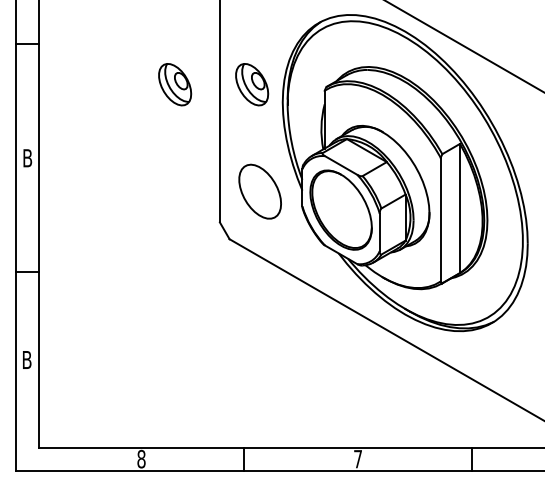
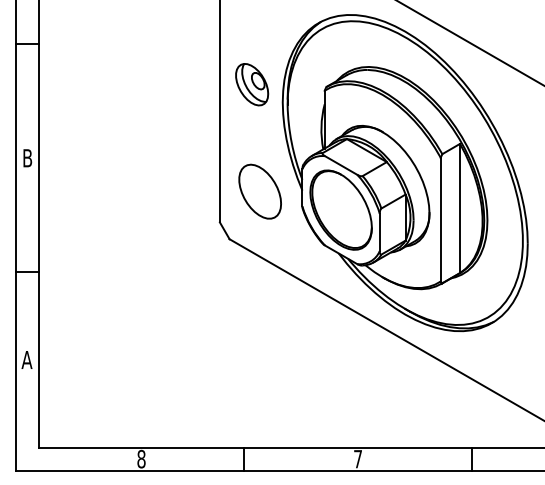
line at (464, 46) position: (464, 46) -> (470, 43)
part at (175, 84): present -> none
text at (26, 359): B -> A
